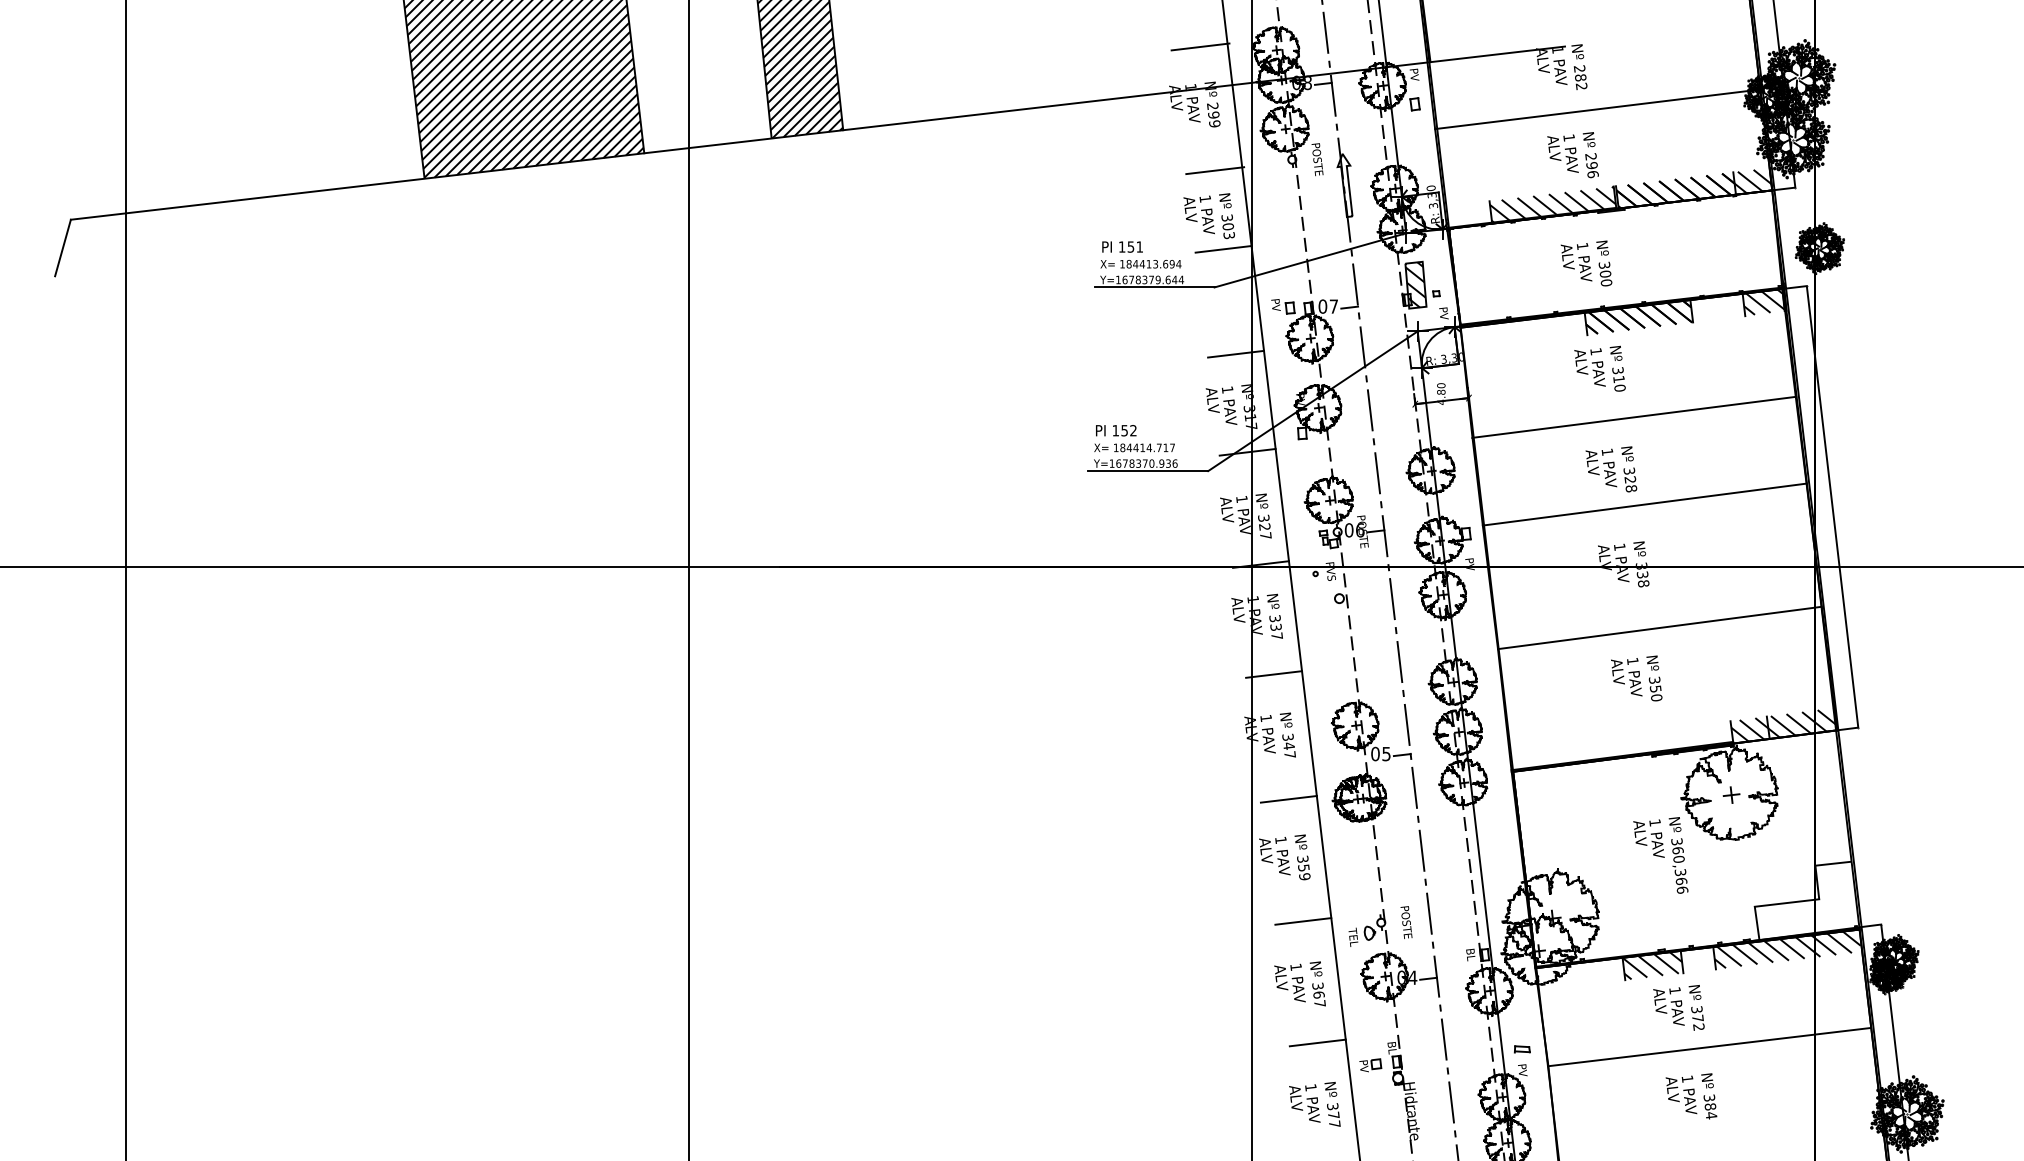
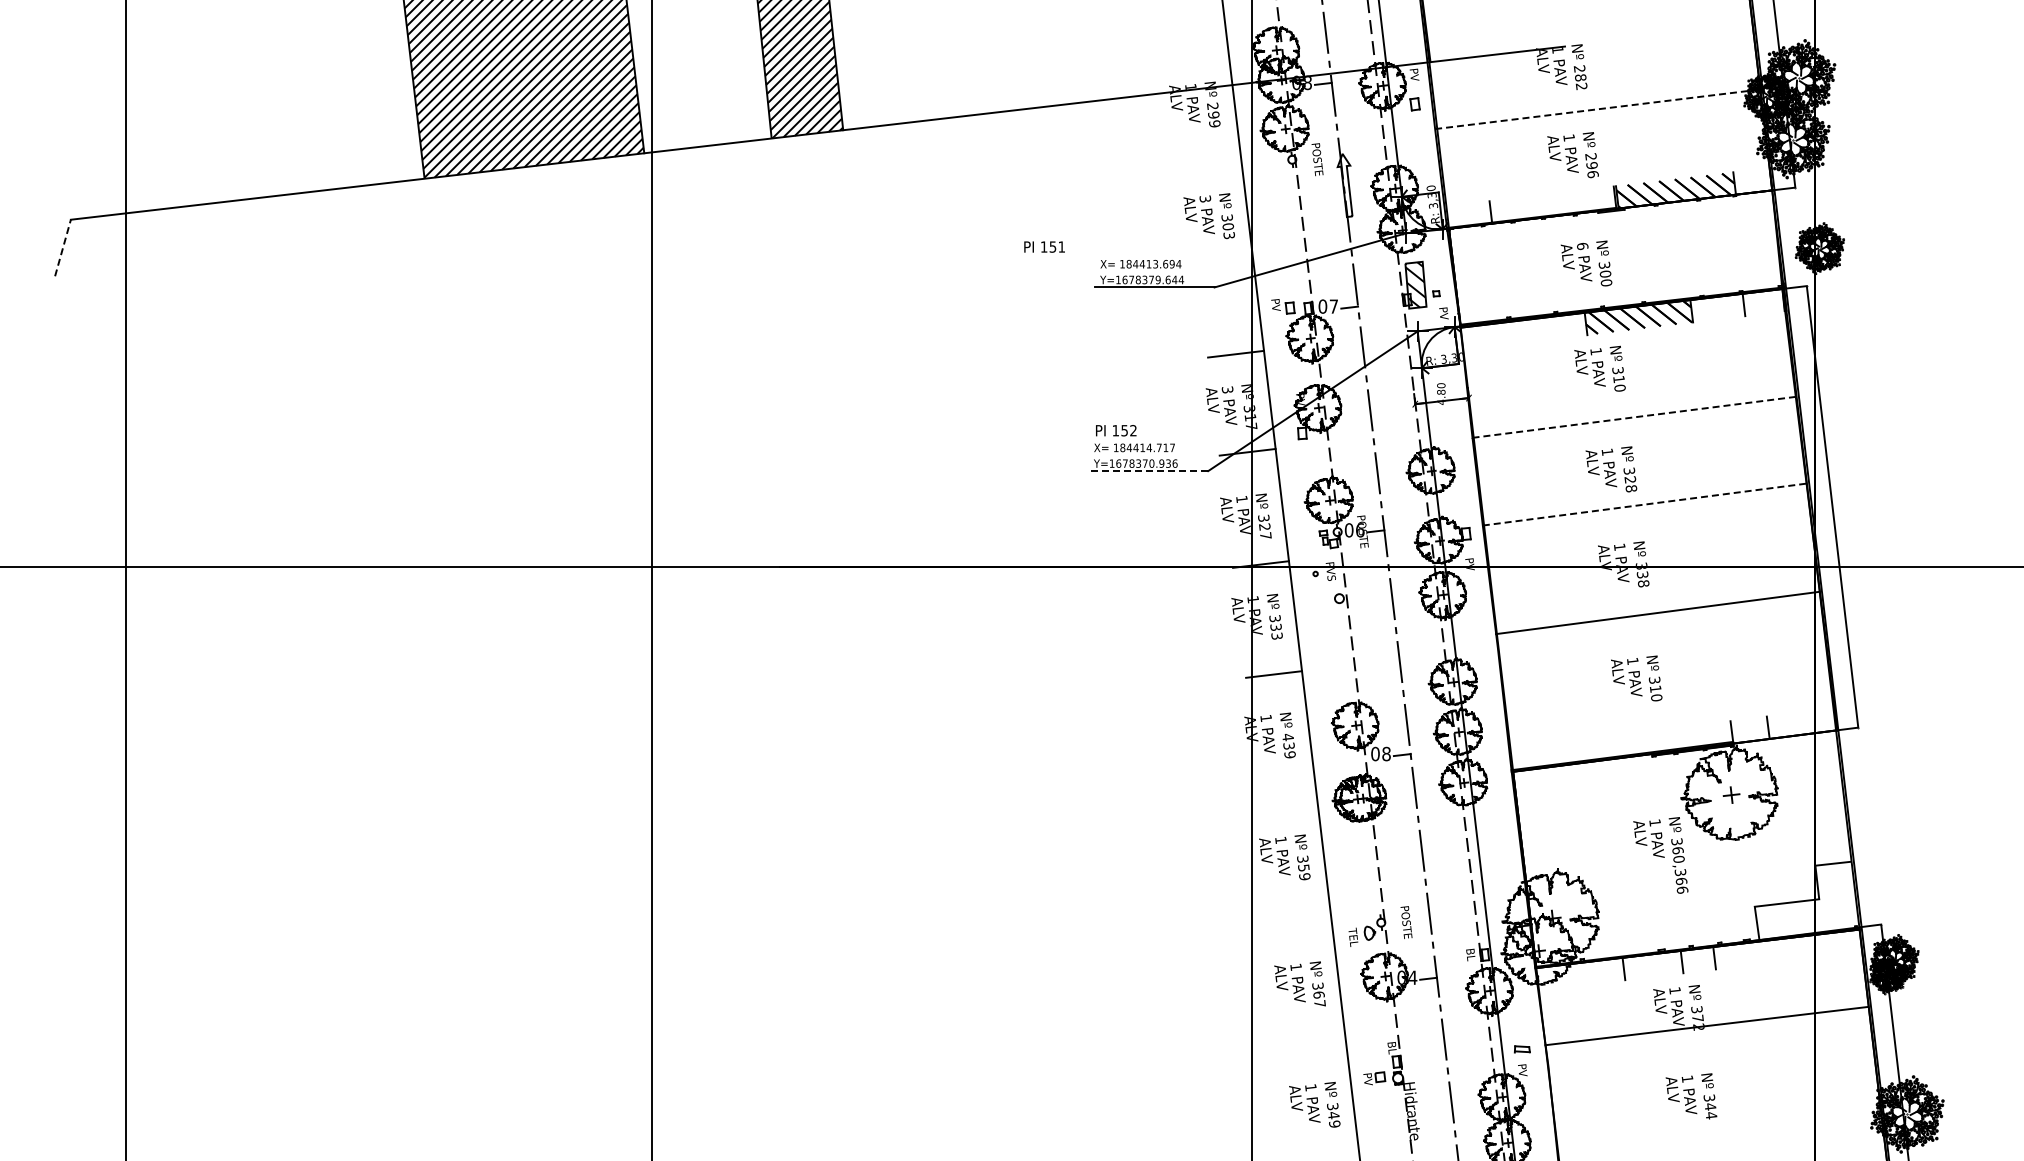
line at (1200, 46): present -> none
line at (1598, 109): solid -> dashed
line at (1215, 170): present -> none
hatch at (1752, 180): present -> none
text at (1205, 198): 1 -> 3
hatch at (1552, 204): present -> none
text at (1122, 246) position: (1122, 246) -> (1044, 246)
text at (1582, 246): 1 -> 6
line at (63, 247): solid -> dashed
line at (1223, 249): present -> none
hatch at (1764, 301): present -> none
text at (1227, 389): 1 -> 3
line at (1634, 417): solid -> dashed
line at (1147, 471): solid -> dashed
line at (1645, 504): solid -> dashed
line at (688, 579) position: (688, 579) -> (651, 579)
line at (1659, 627) position: (1659, 627) -> (1657, 612)
text at (1276, 635): 337 -> 333
text at (1655, 688): 350 -> 310
hatch at (1783, 724): present -> none
text at (1288, 745): 347 -> 439
text at (1386, 753): 05 -> 08
line at (1288, 798): present -> none
line at (1303, 921): present -> none
hatch at (1787, 948): present -> none
hatch at (1652, 965): present -> none
line at (1317, 1042): present -> none
line at (1709, 1046) position: (1709, 1046) -> (1706, 1025)
part at (1370, 1065) position: (1370, 1065) -> (1374, 1078)
text at (1710, 1106): 384 -> 344
text at (1334, 1119): 377 -> 349
